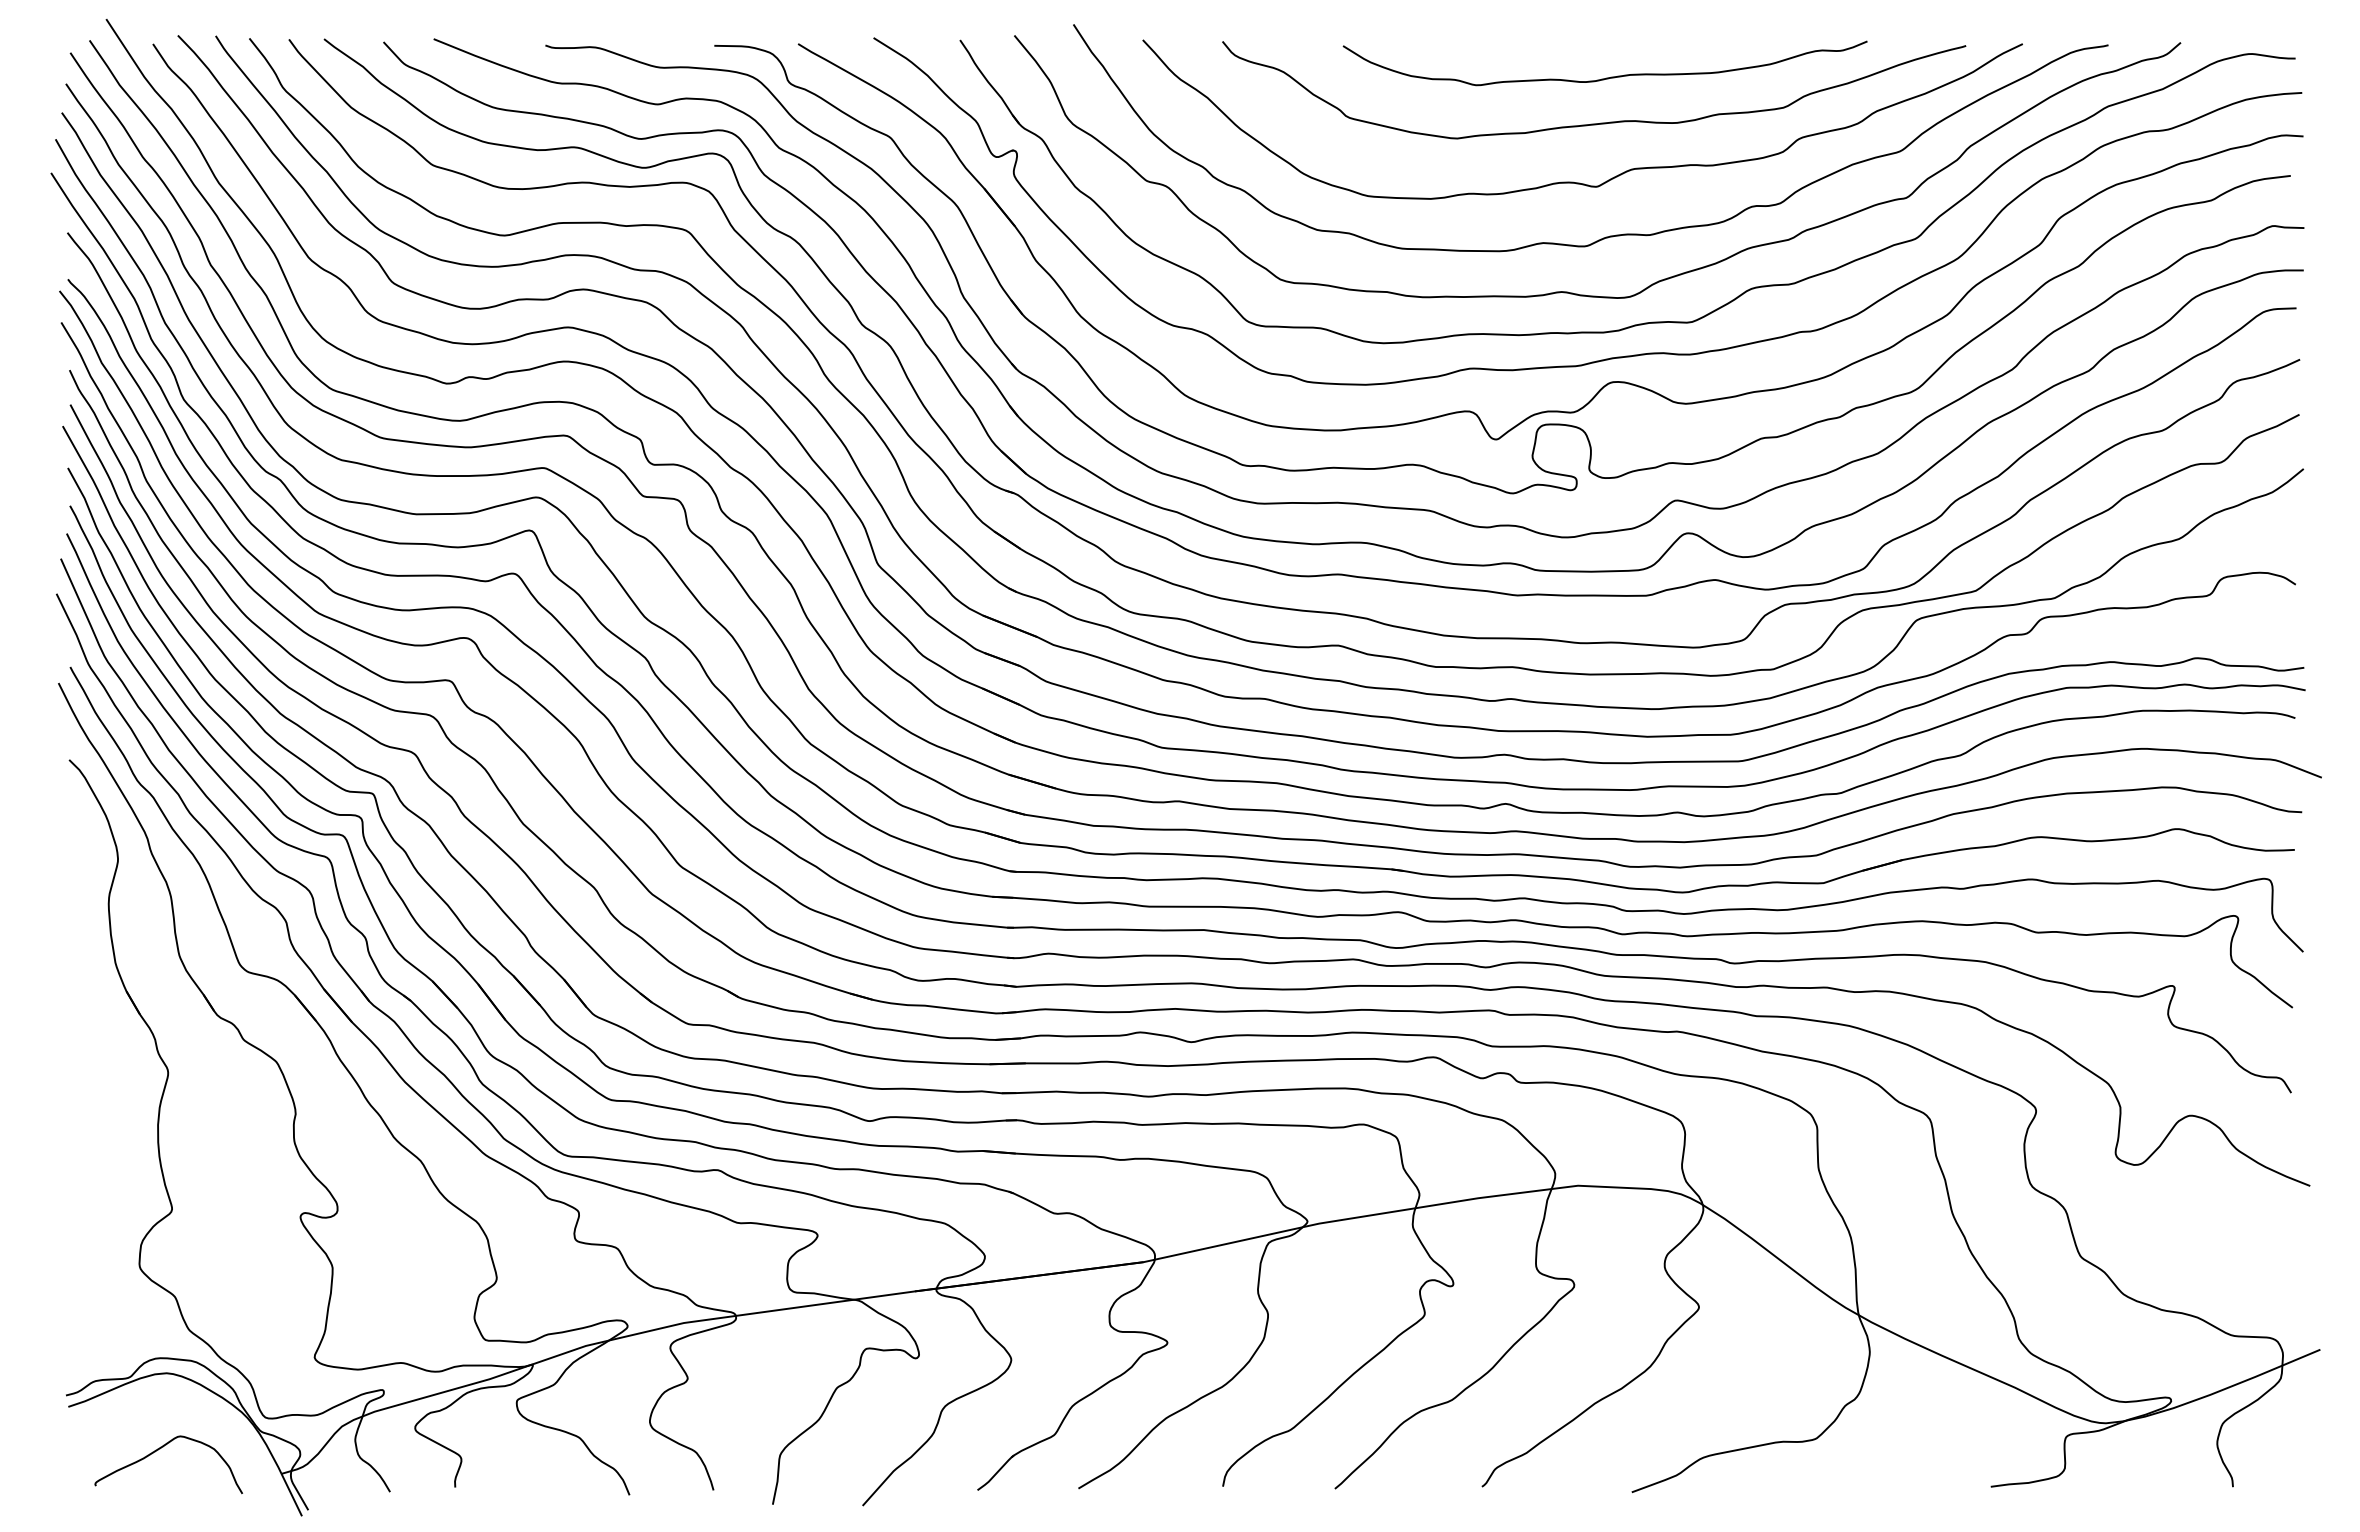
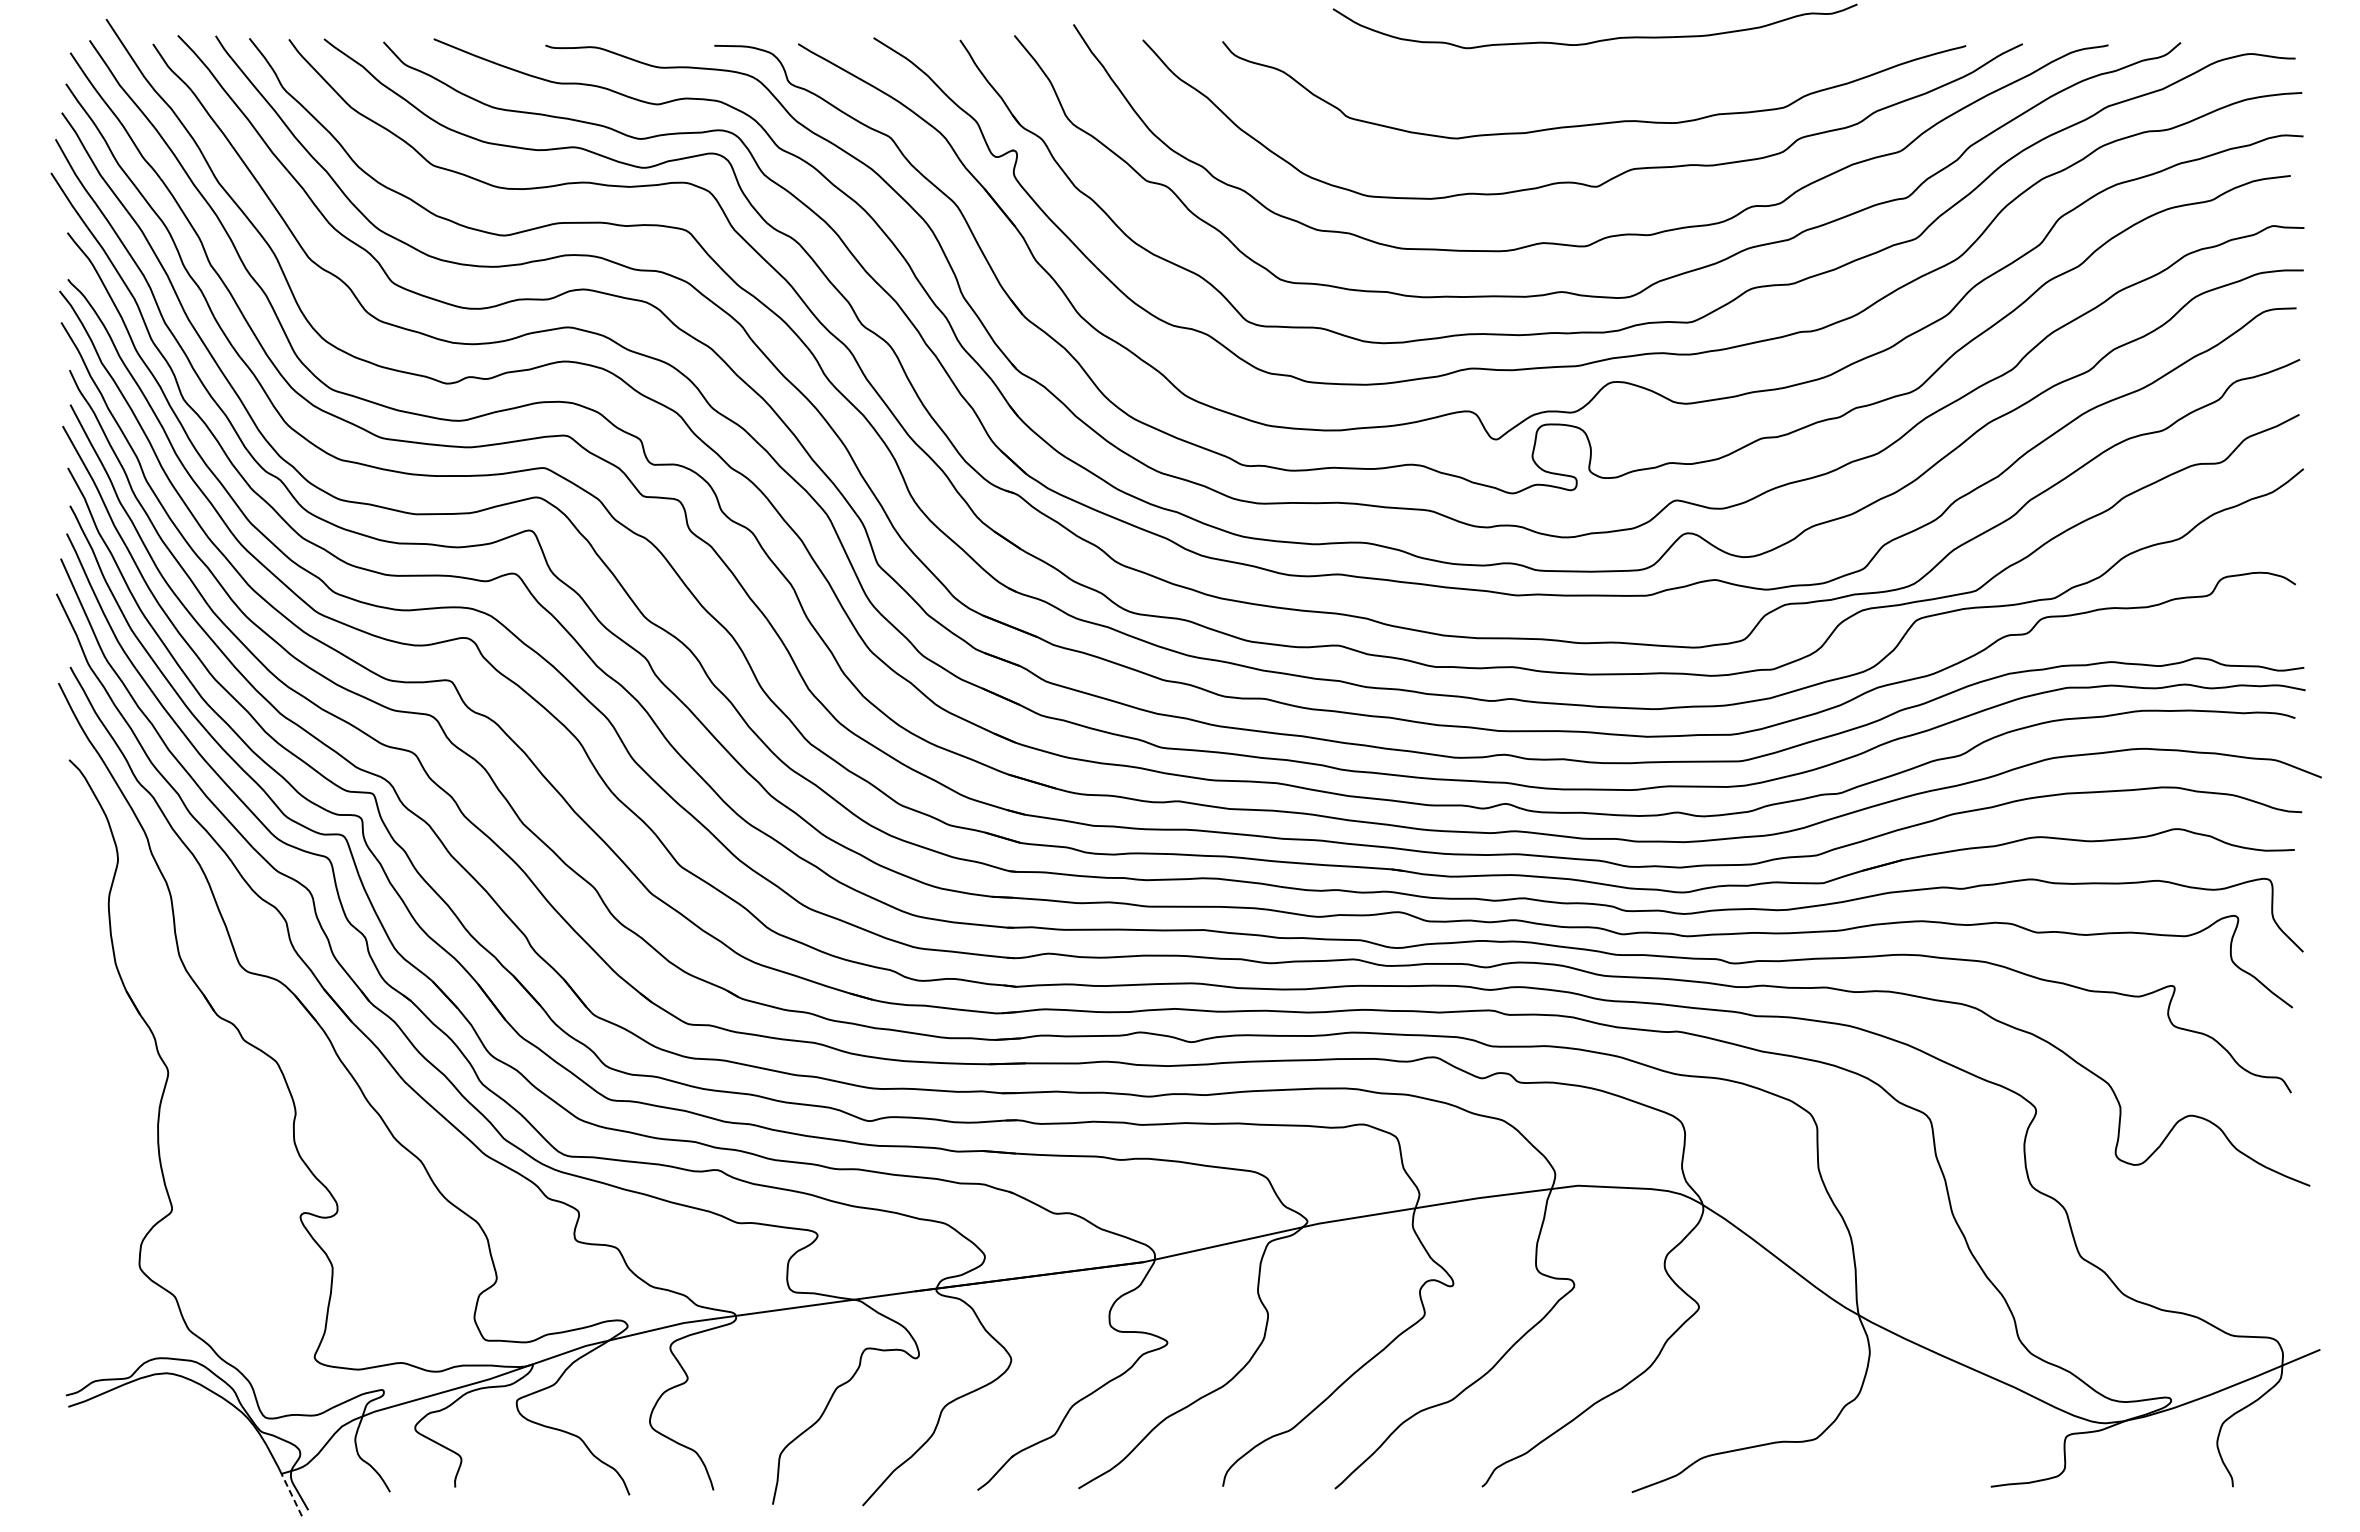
curve at (1606, 77) position: (1606, 77) -> (1596, 40)
curve at (160, 1449): present -> none
line at (291, 1495): solid -> dashed
